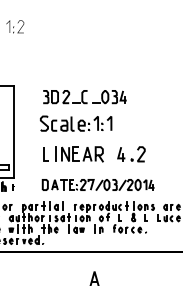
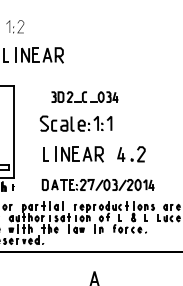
part at (33, 55): none -> present
part at (84, 97) size: 84x15 px -> 68x12 px
